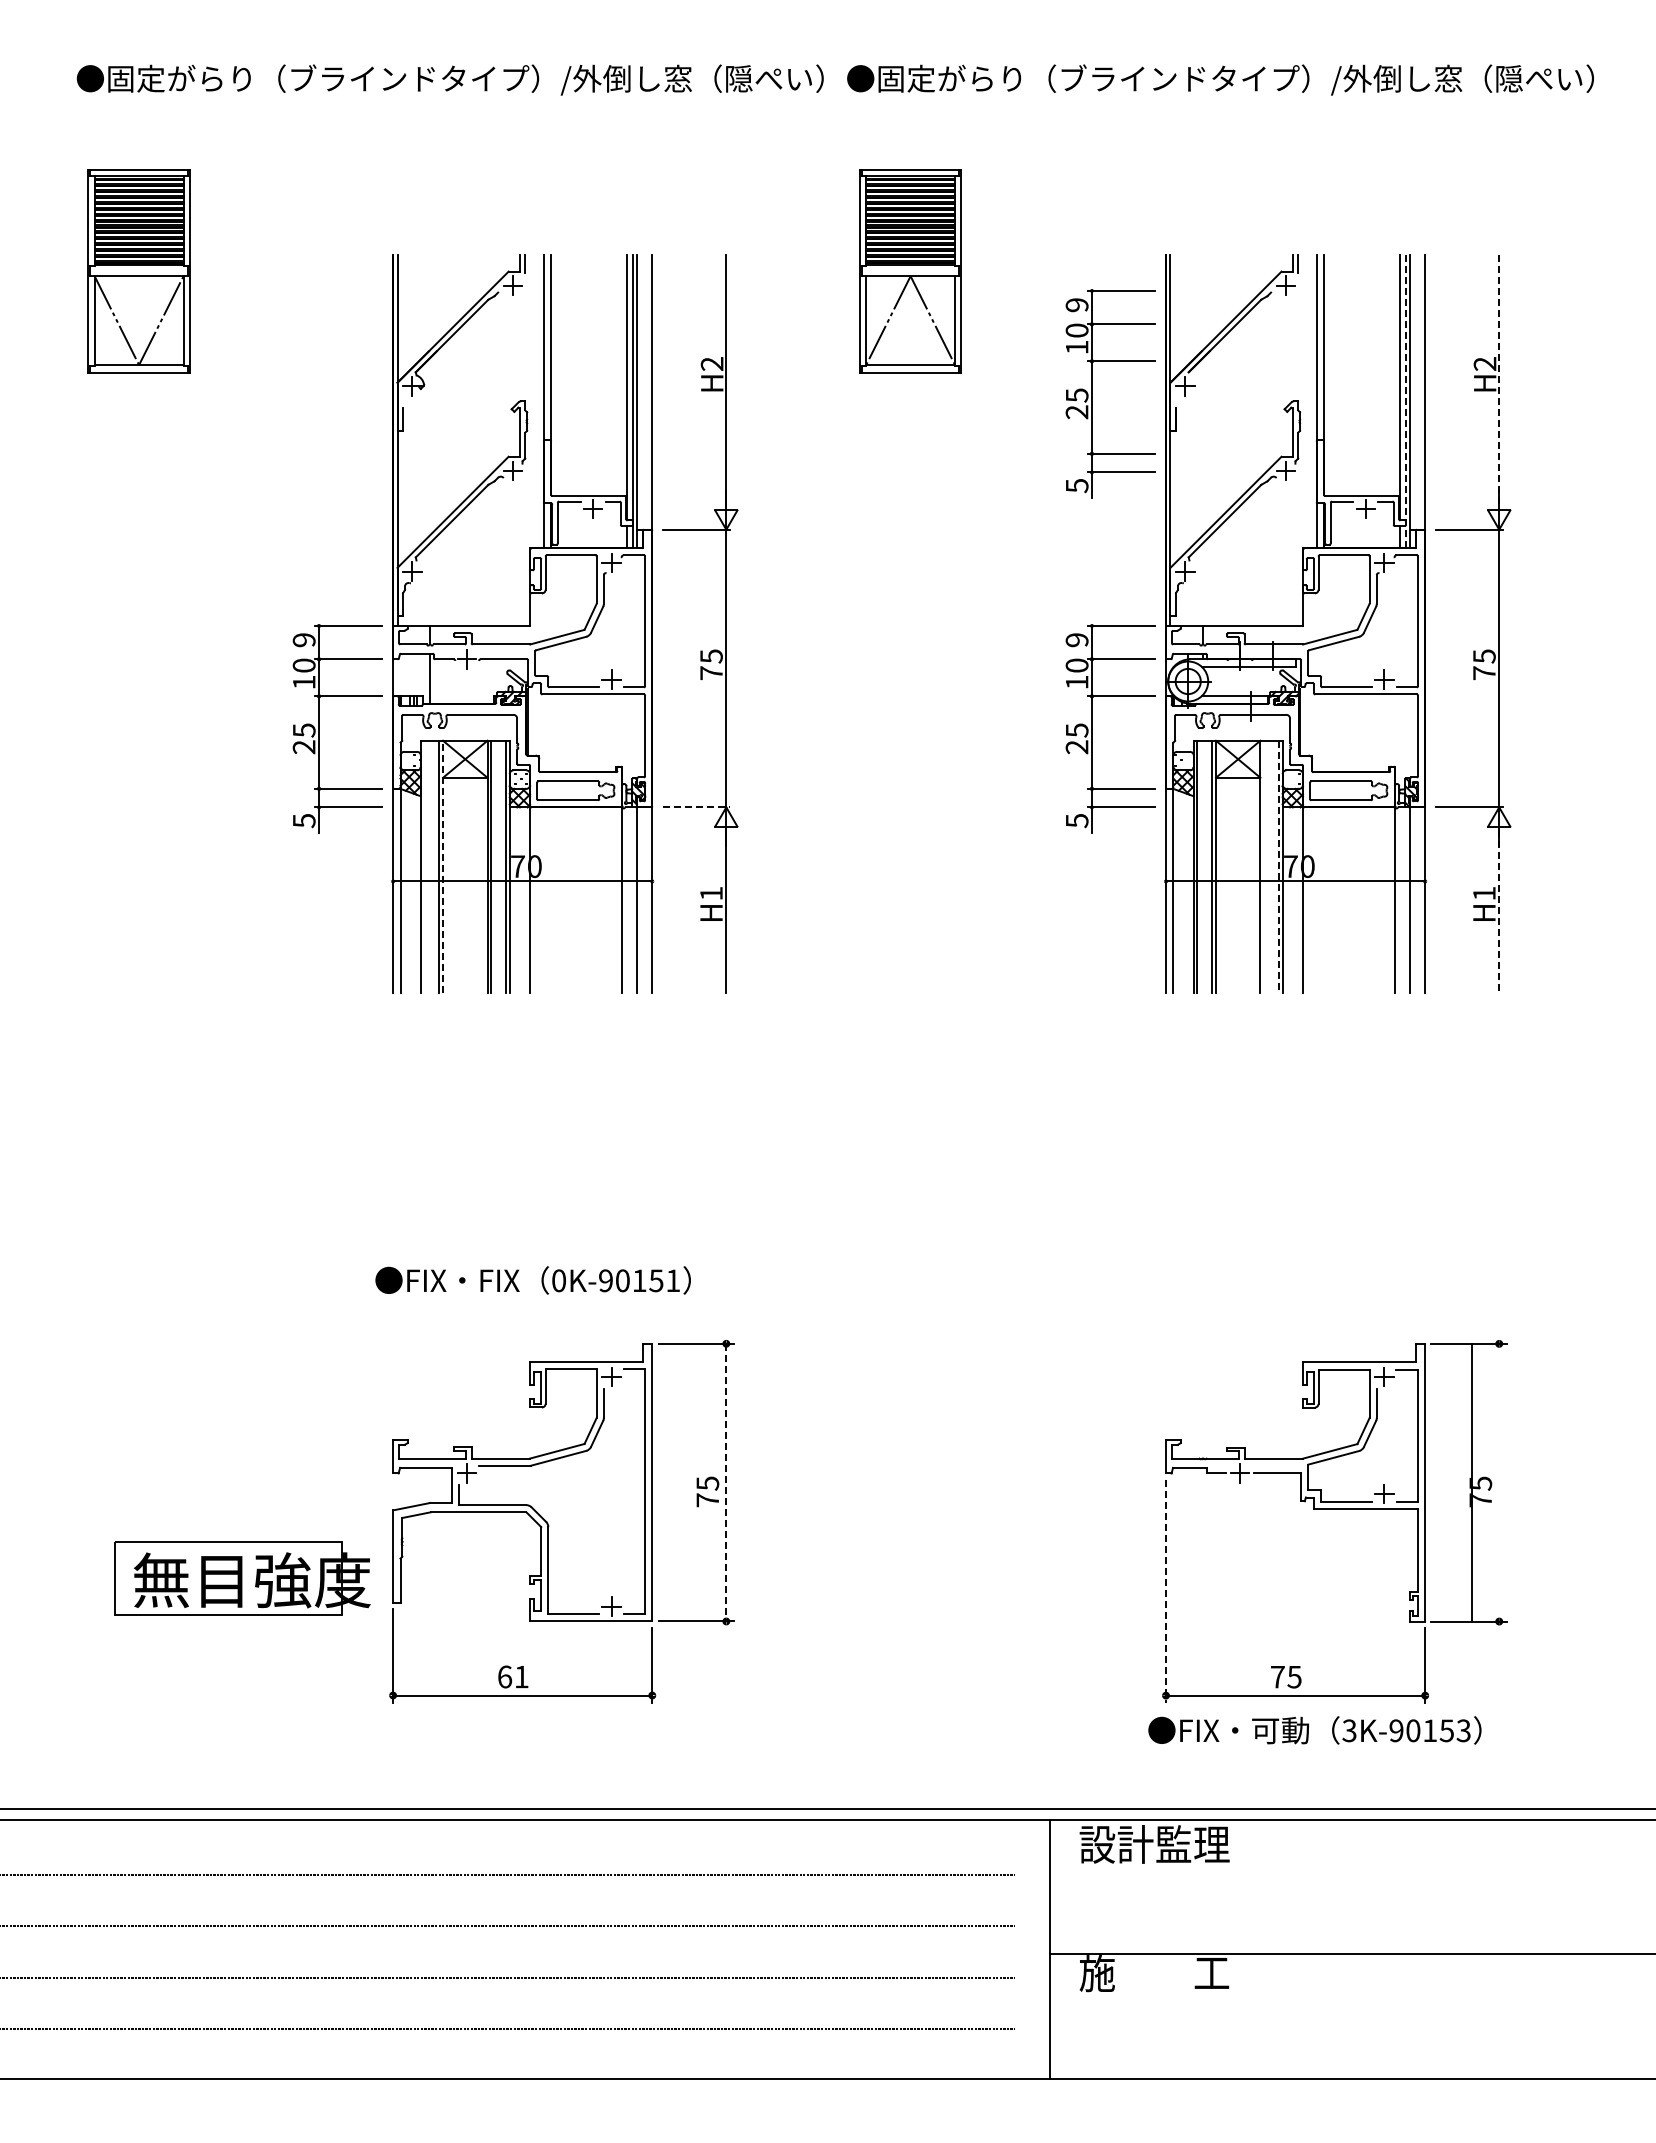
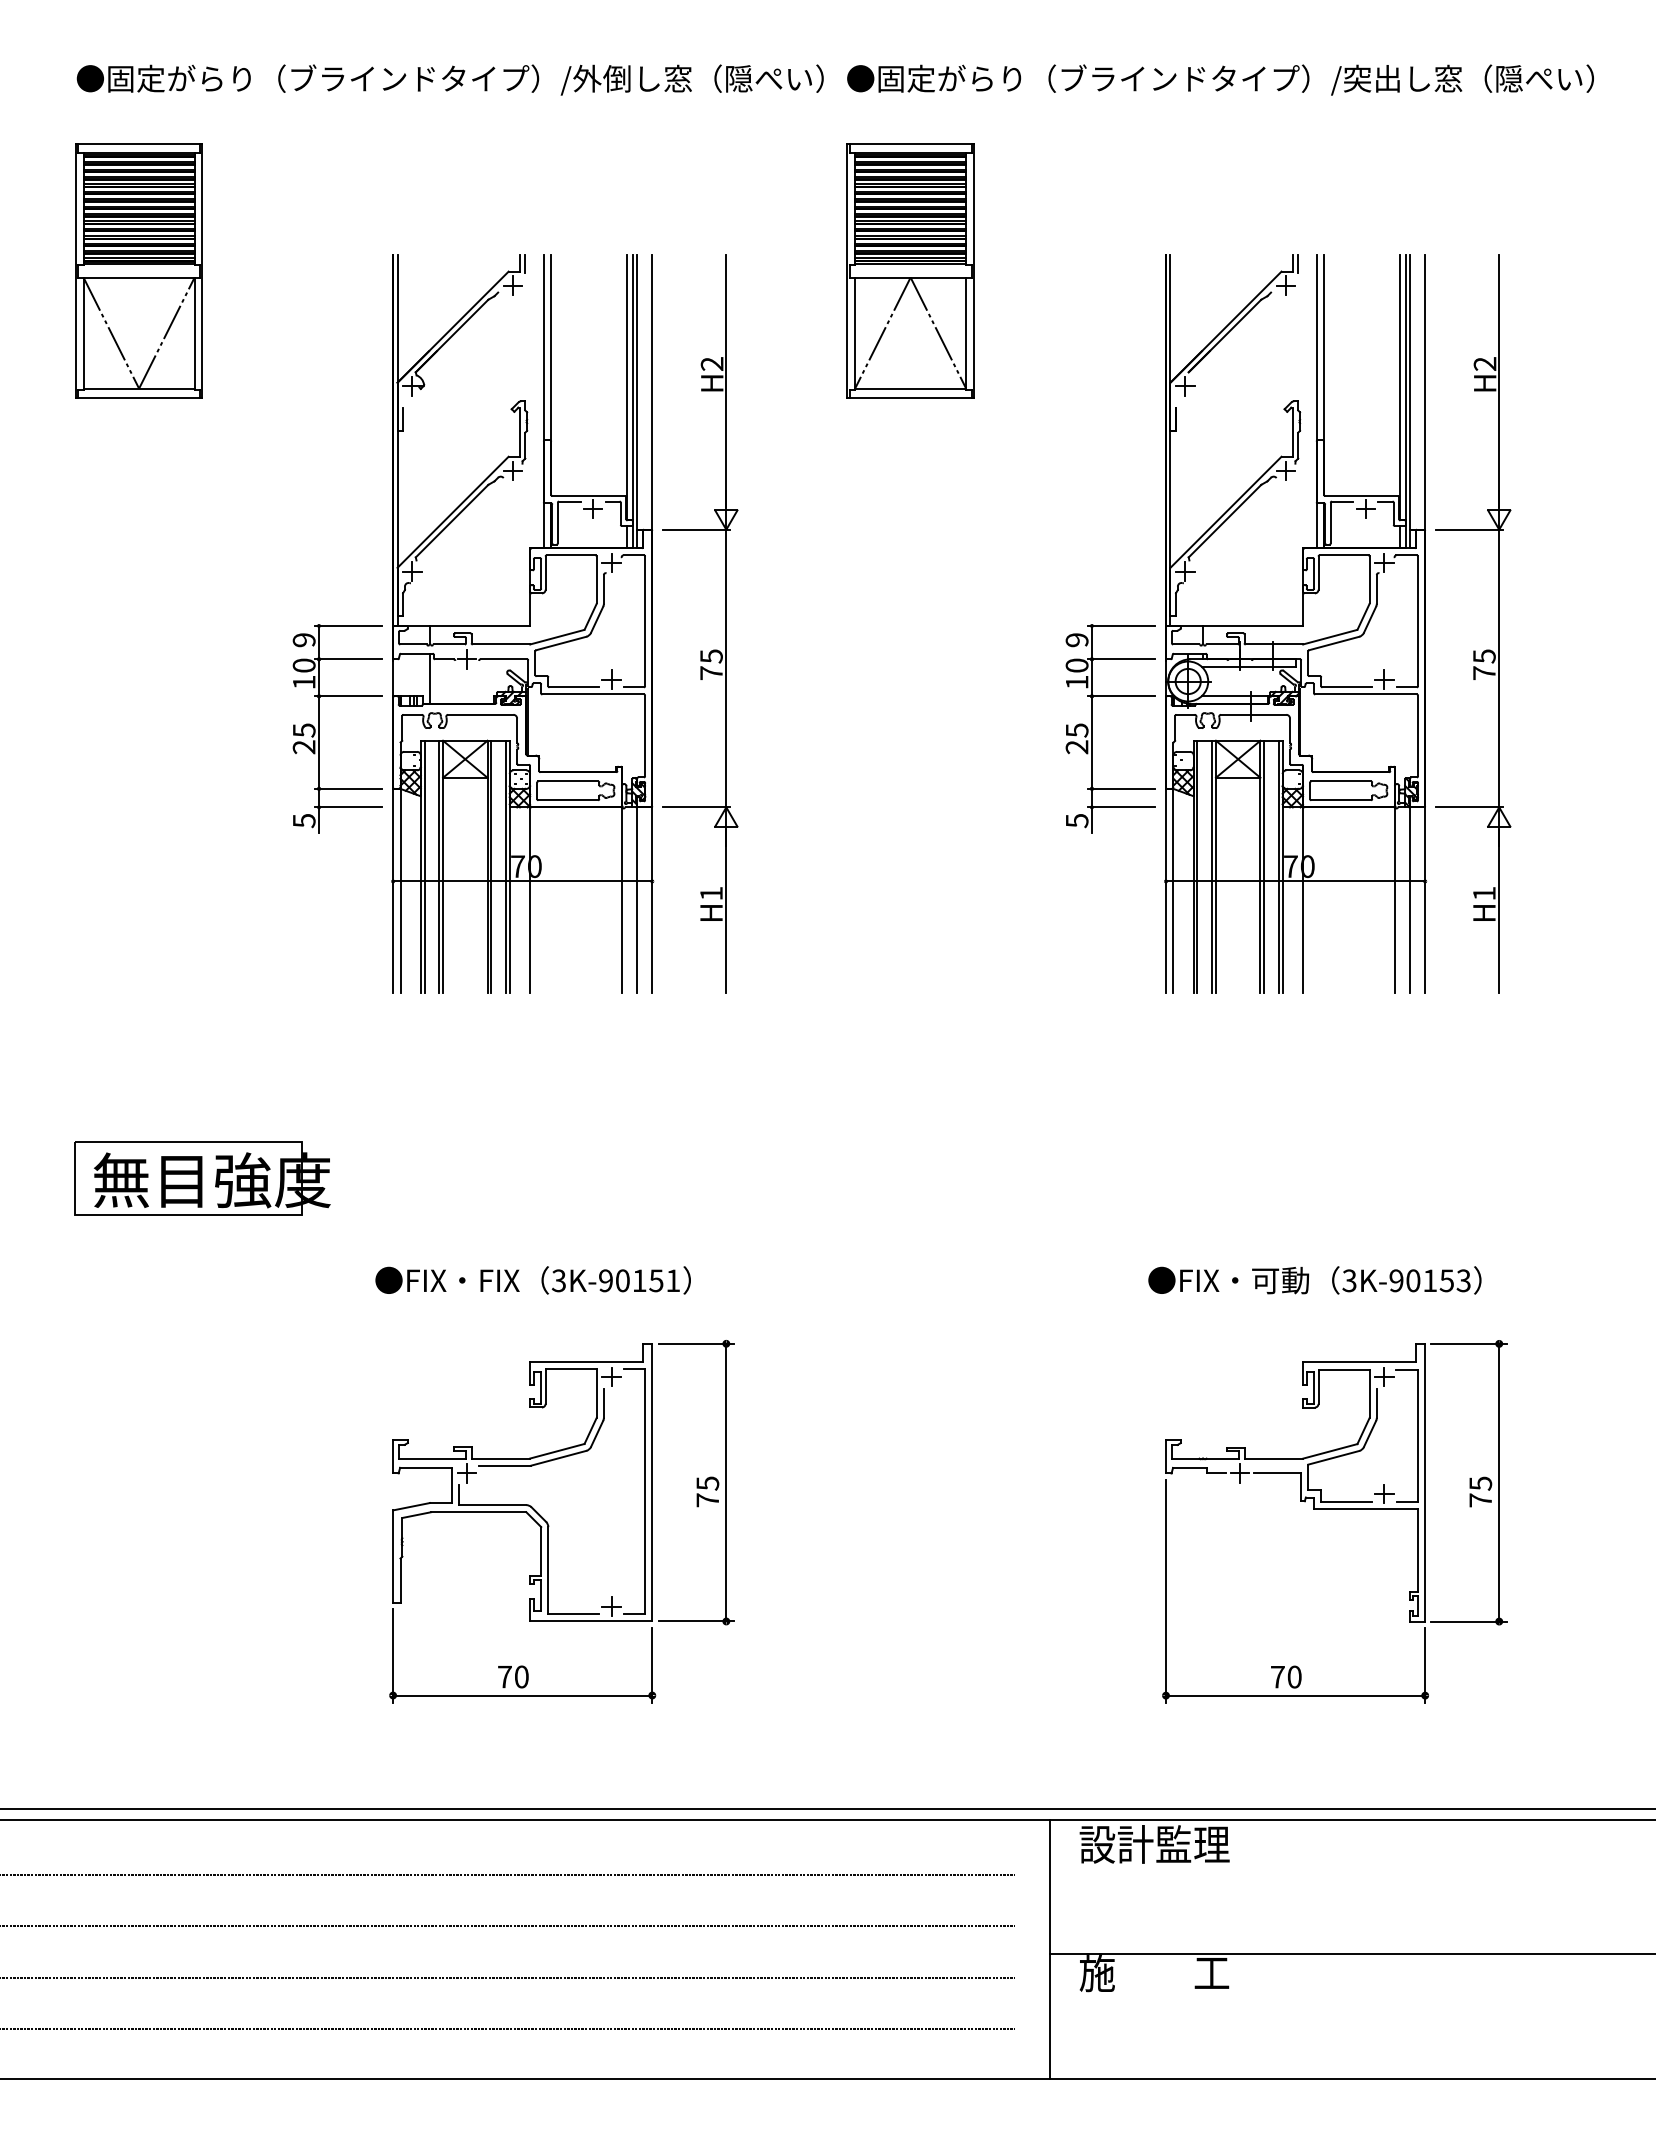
text at (1371, 78): ●固定がらり（ブラインドタイプ）/外倒し窓（隠ぺい） -> ●固定がらり（ブラインドタイプ）/突出し窓（隠ぺい）
part at (138, 271) size: 104x205 px -> 128x256 px
part at (910, 271) size: 103x205 px -> 129x256 px
line at (1499, 381): dashed -> solid
part at (1092, 393): present -> none
line at (1405, 402): dashed -> solid
line at (697, 807): dashed -> solid
line at (424, 866): none -> present
line at (443, 866): dashed -> solid
line at (1264, 866): none -> present
line at (1278, 866): dashed -> solid
line at (1499, 911): dashed -> solid
text at (558, 1280): 0K-90151 -> 3K-90151
line at (726, 1482): dashed -> solid
line at (1472, 1482) position: (1472, 1482) -> (1499, 1482)
part at (242, 1578) position: (242, 1578) -> (202, 1178)
line at (1166, 1591): dashed -> solid
text at (513, 1676): 61 -> 70
text at (1294, 1676): 75 -> 70
text at (1314, 1730) position: (1314, 1730) -> (1314, 1280)
